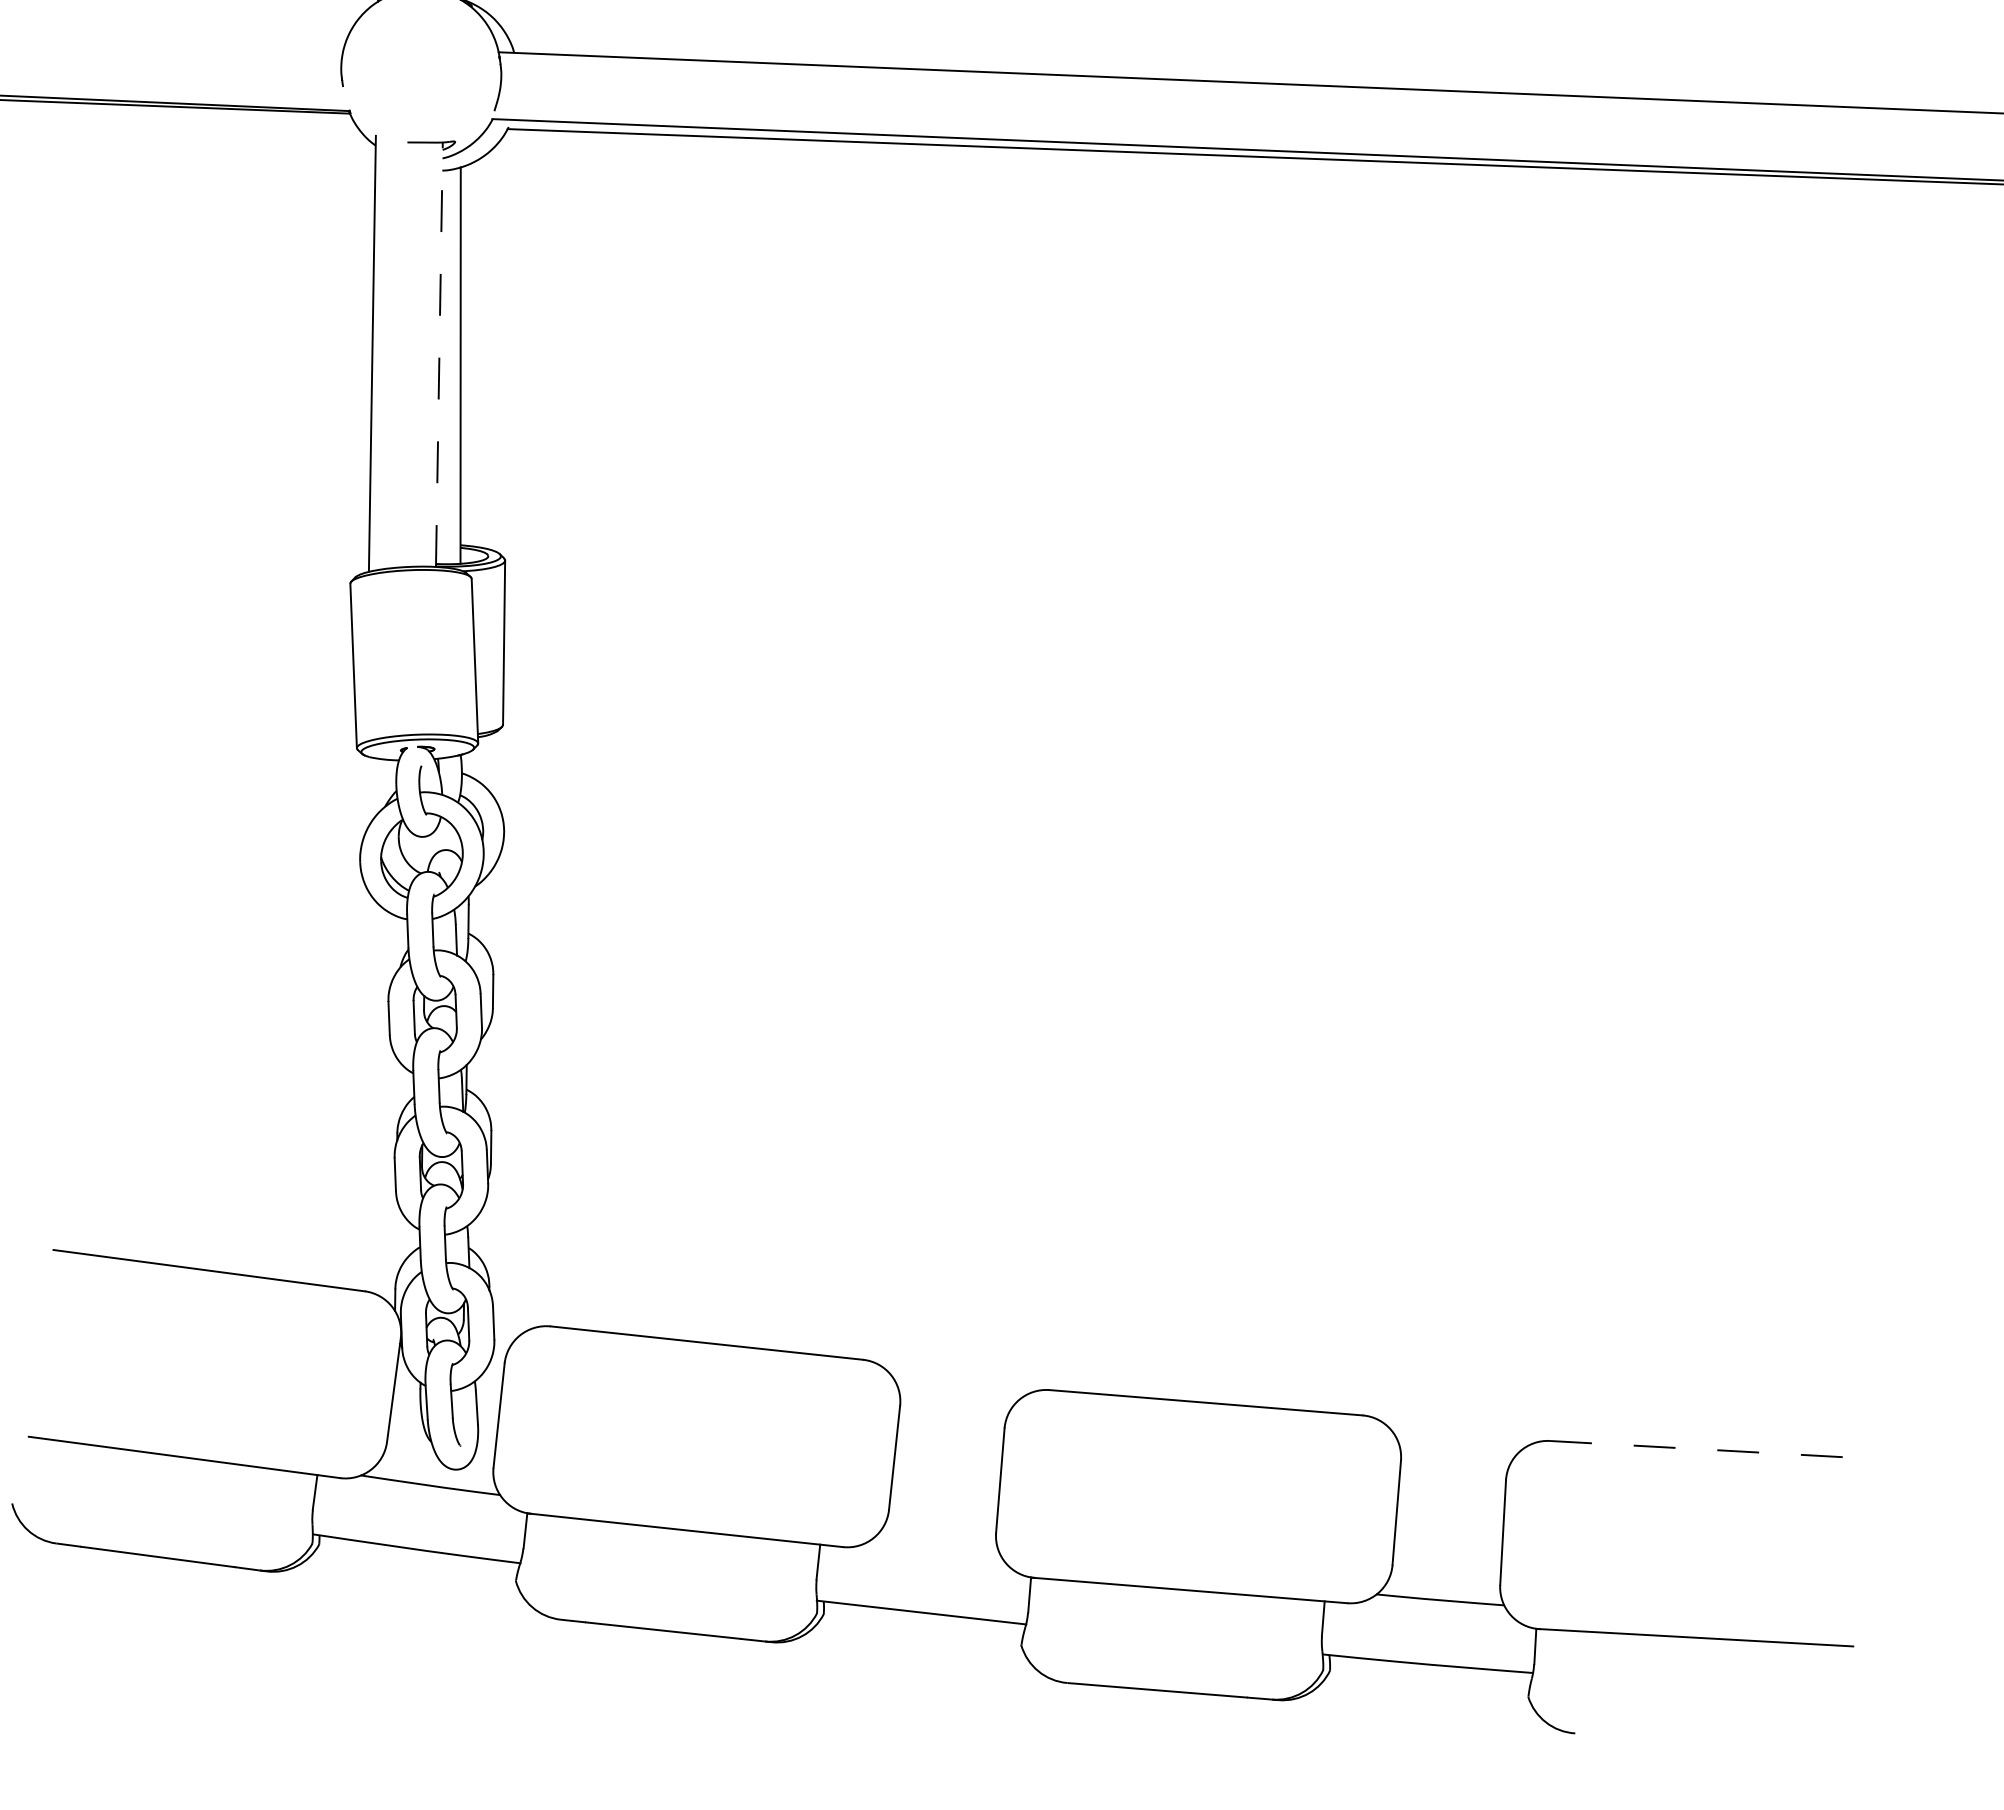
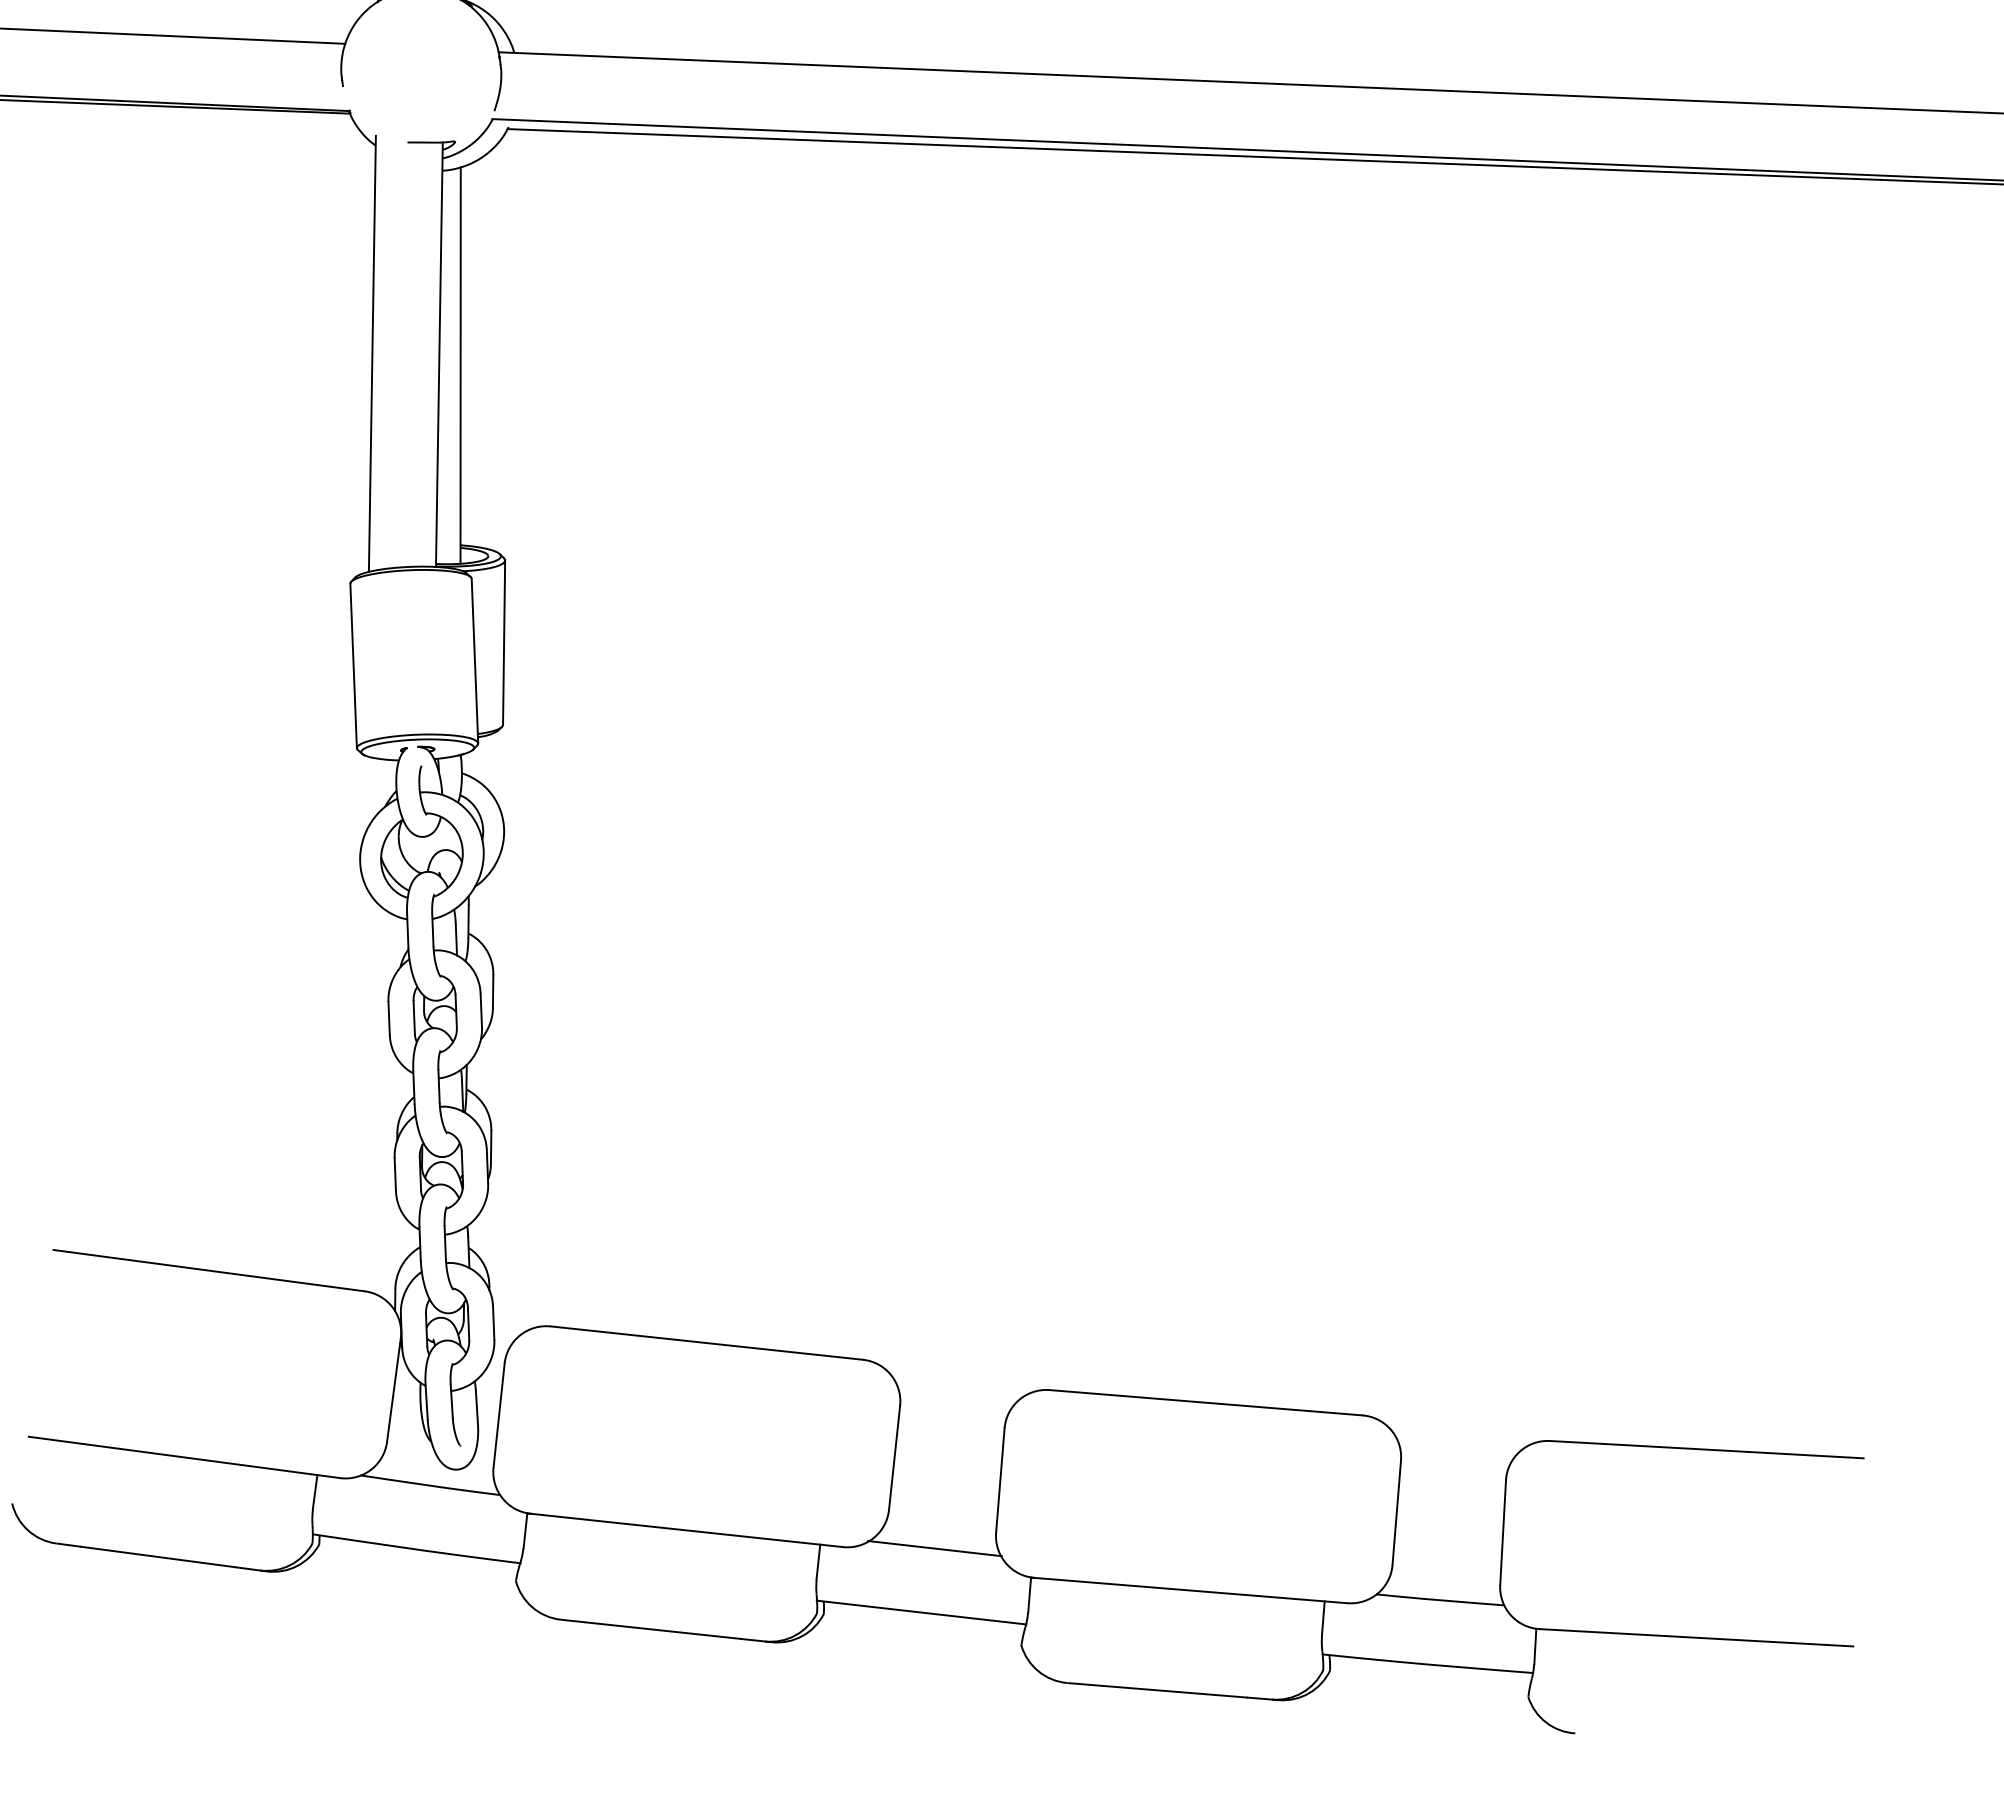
line at (173, 35): none -> present
line at (439, 354): dashed -> solid
line at (1707, 1449): dashed -> solid
line at (934, 1548): none -> present
